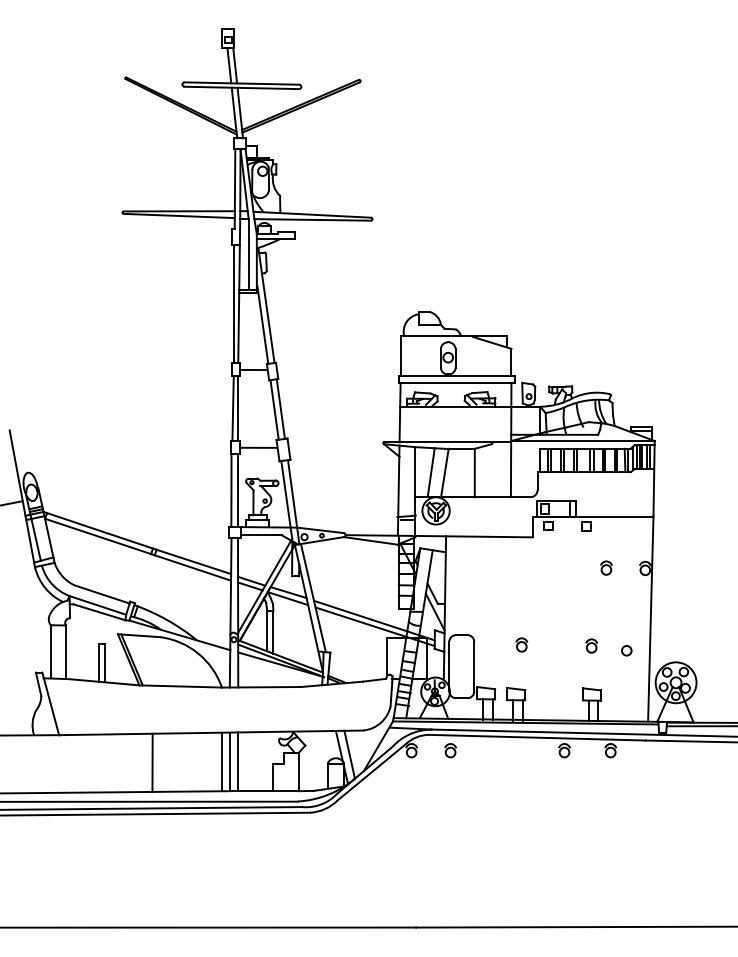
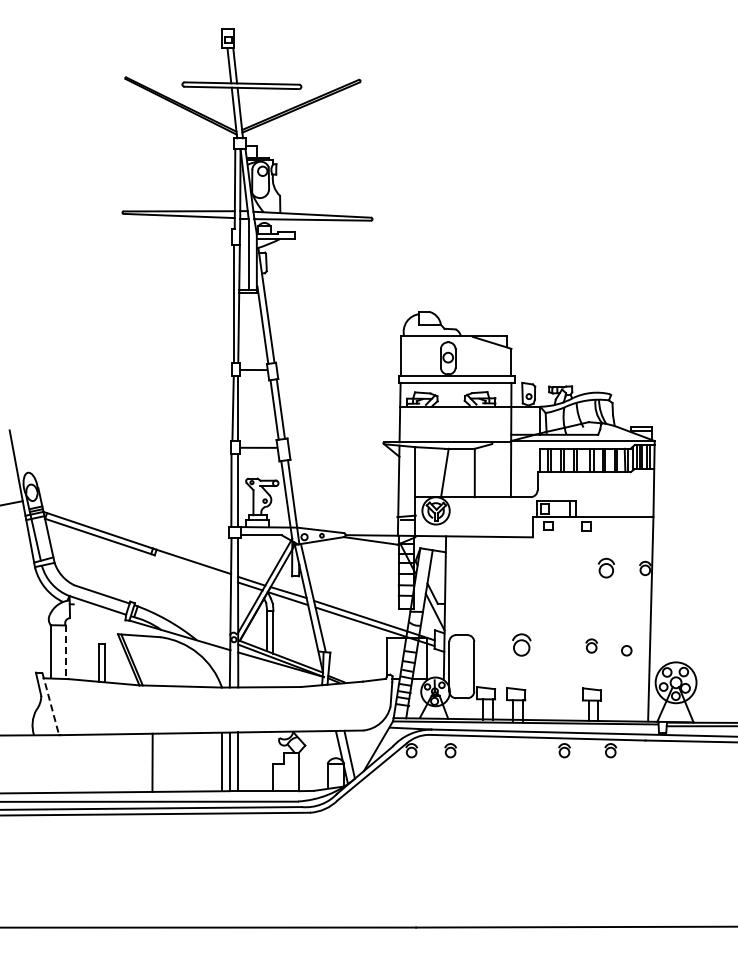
line at (430, 472): present -> none
line at (192, 567): present -> none
part at (606, 567) size: 13x16 px -> 17x22 px
line at (99, 612): present -> none
part at (521, 644) size: 14x16 px -> 20x24 px
line at (65, 652): solid -> dashed
line at (50, 704): solid -> dashed
